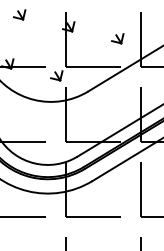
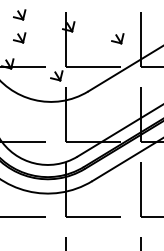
part at (19, 37): none -> present
